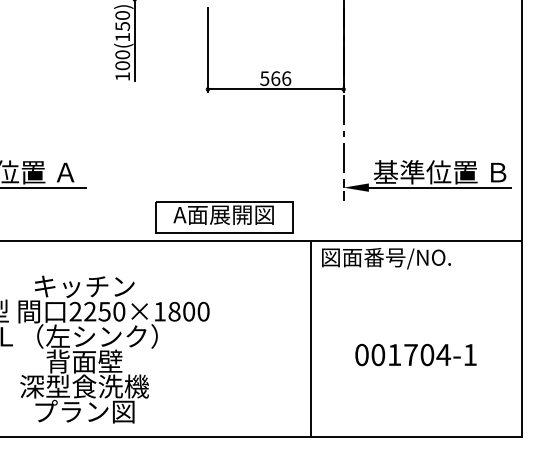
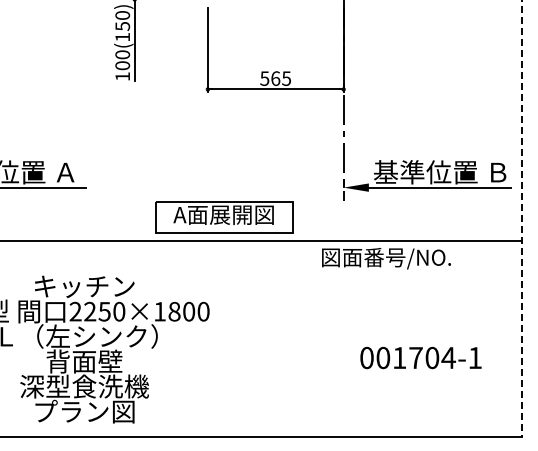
text at (286, 78): 566 -> 565
line at (521, 219): solid -> dashed
line at (310, 339): present -> none
text at (415, 354) position: (415, 354) -> (420, 357)
